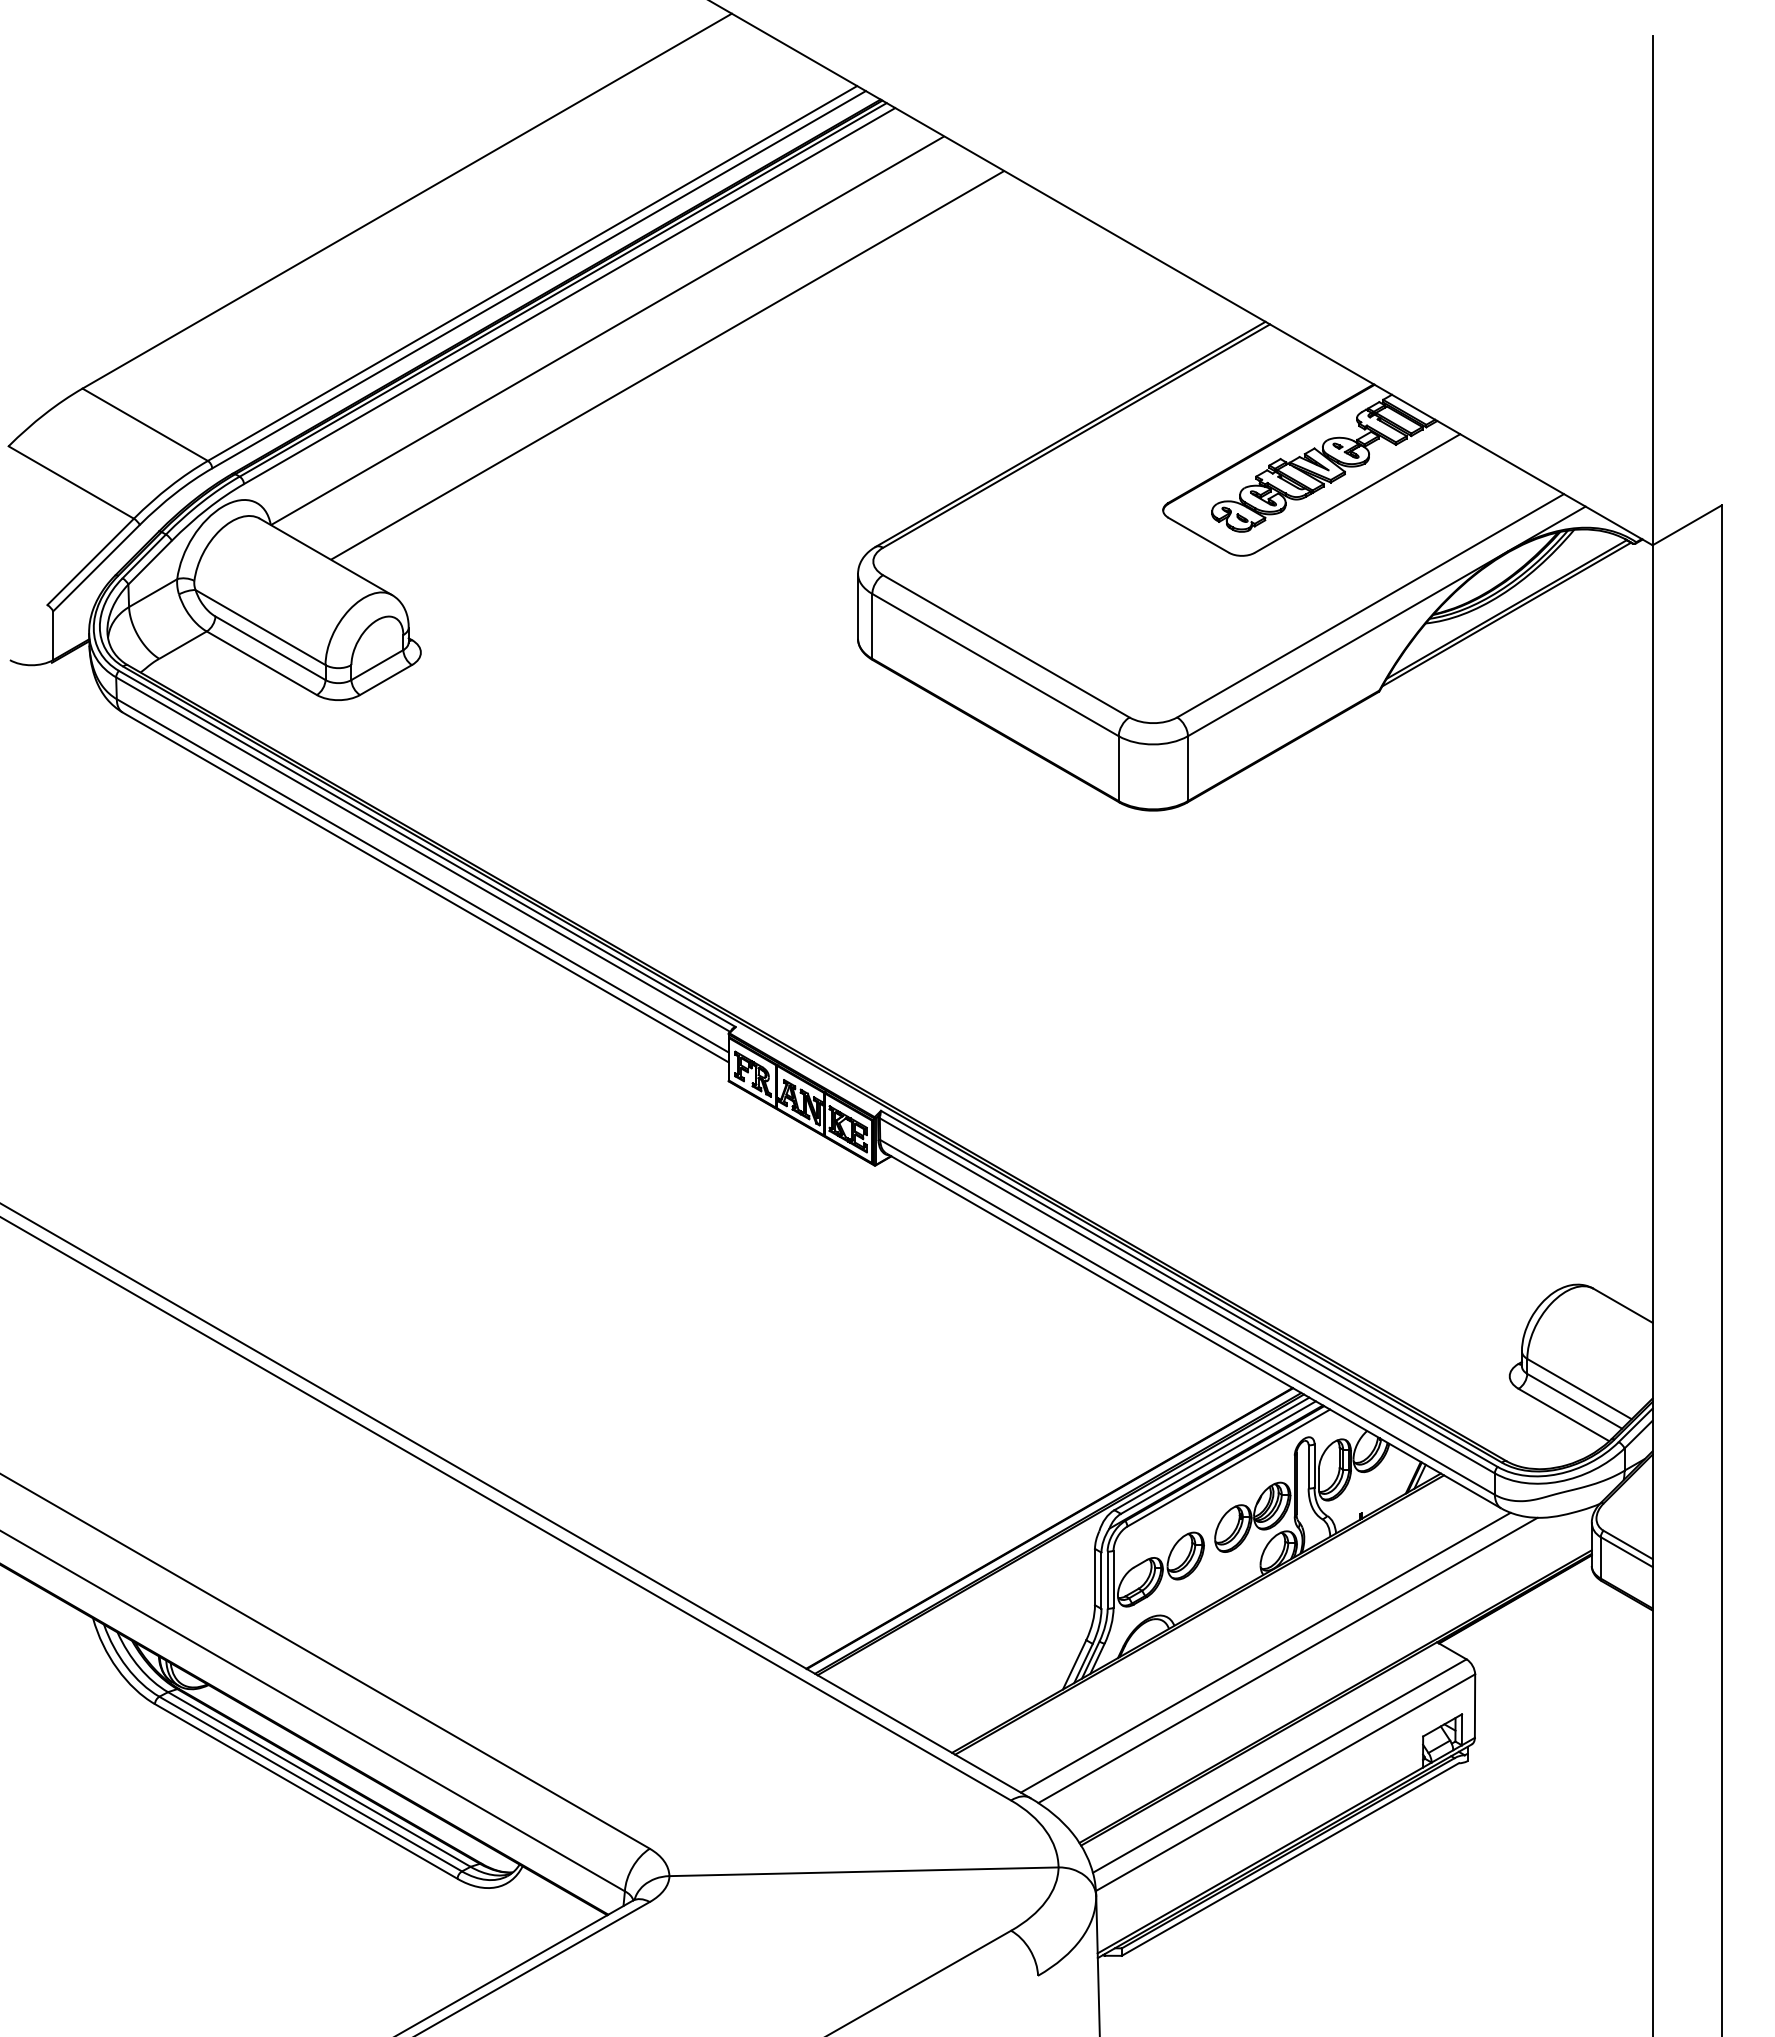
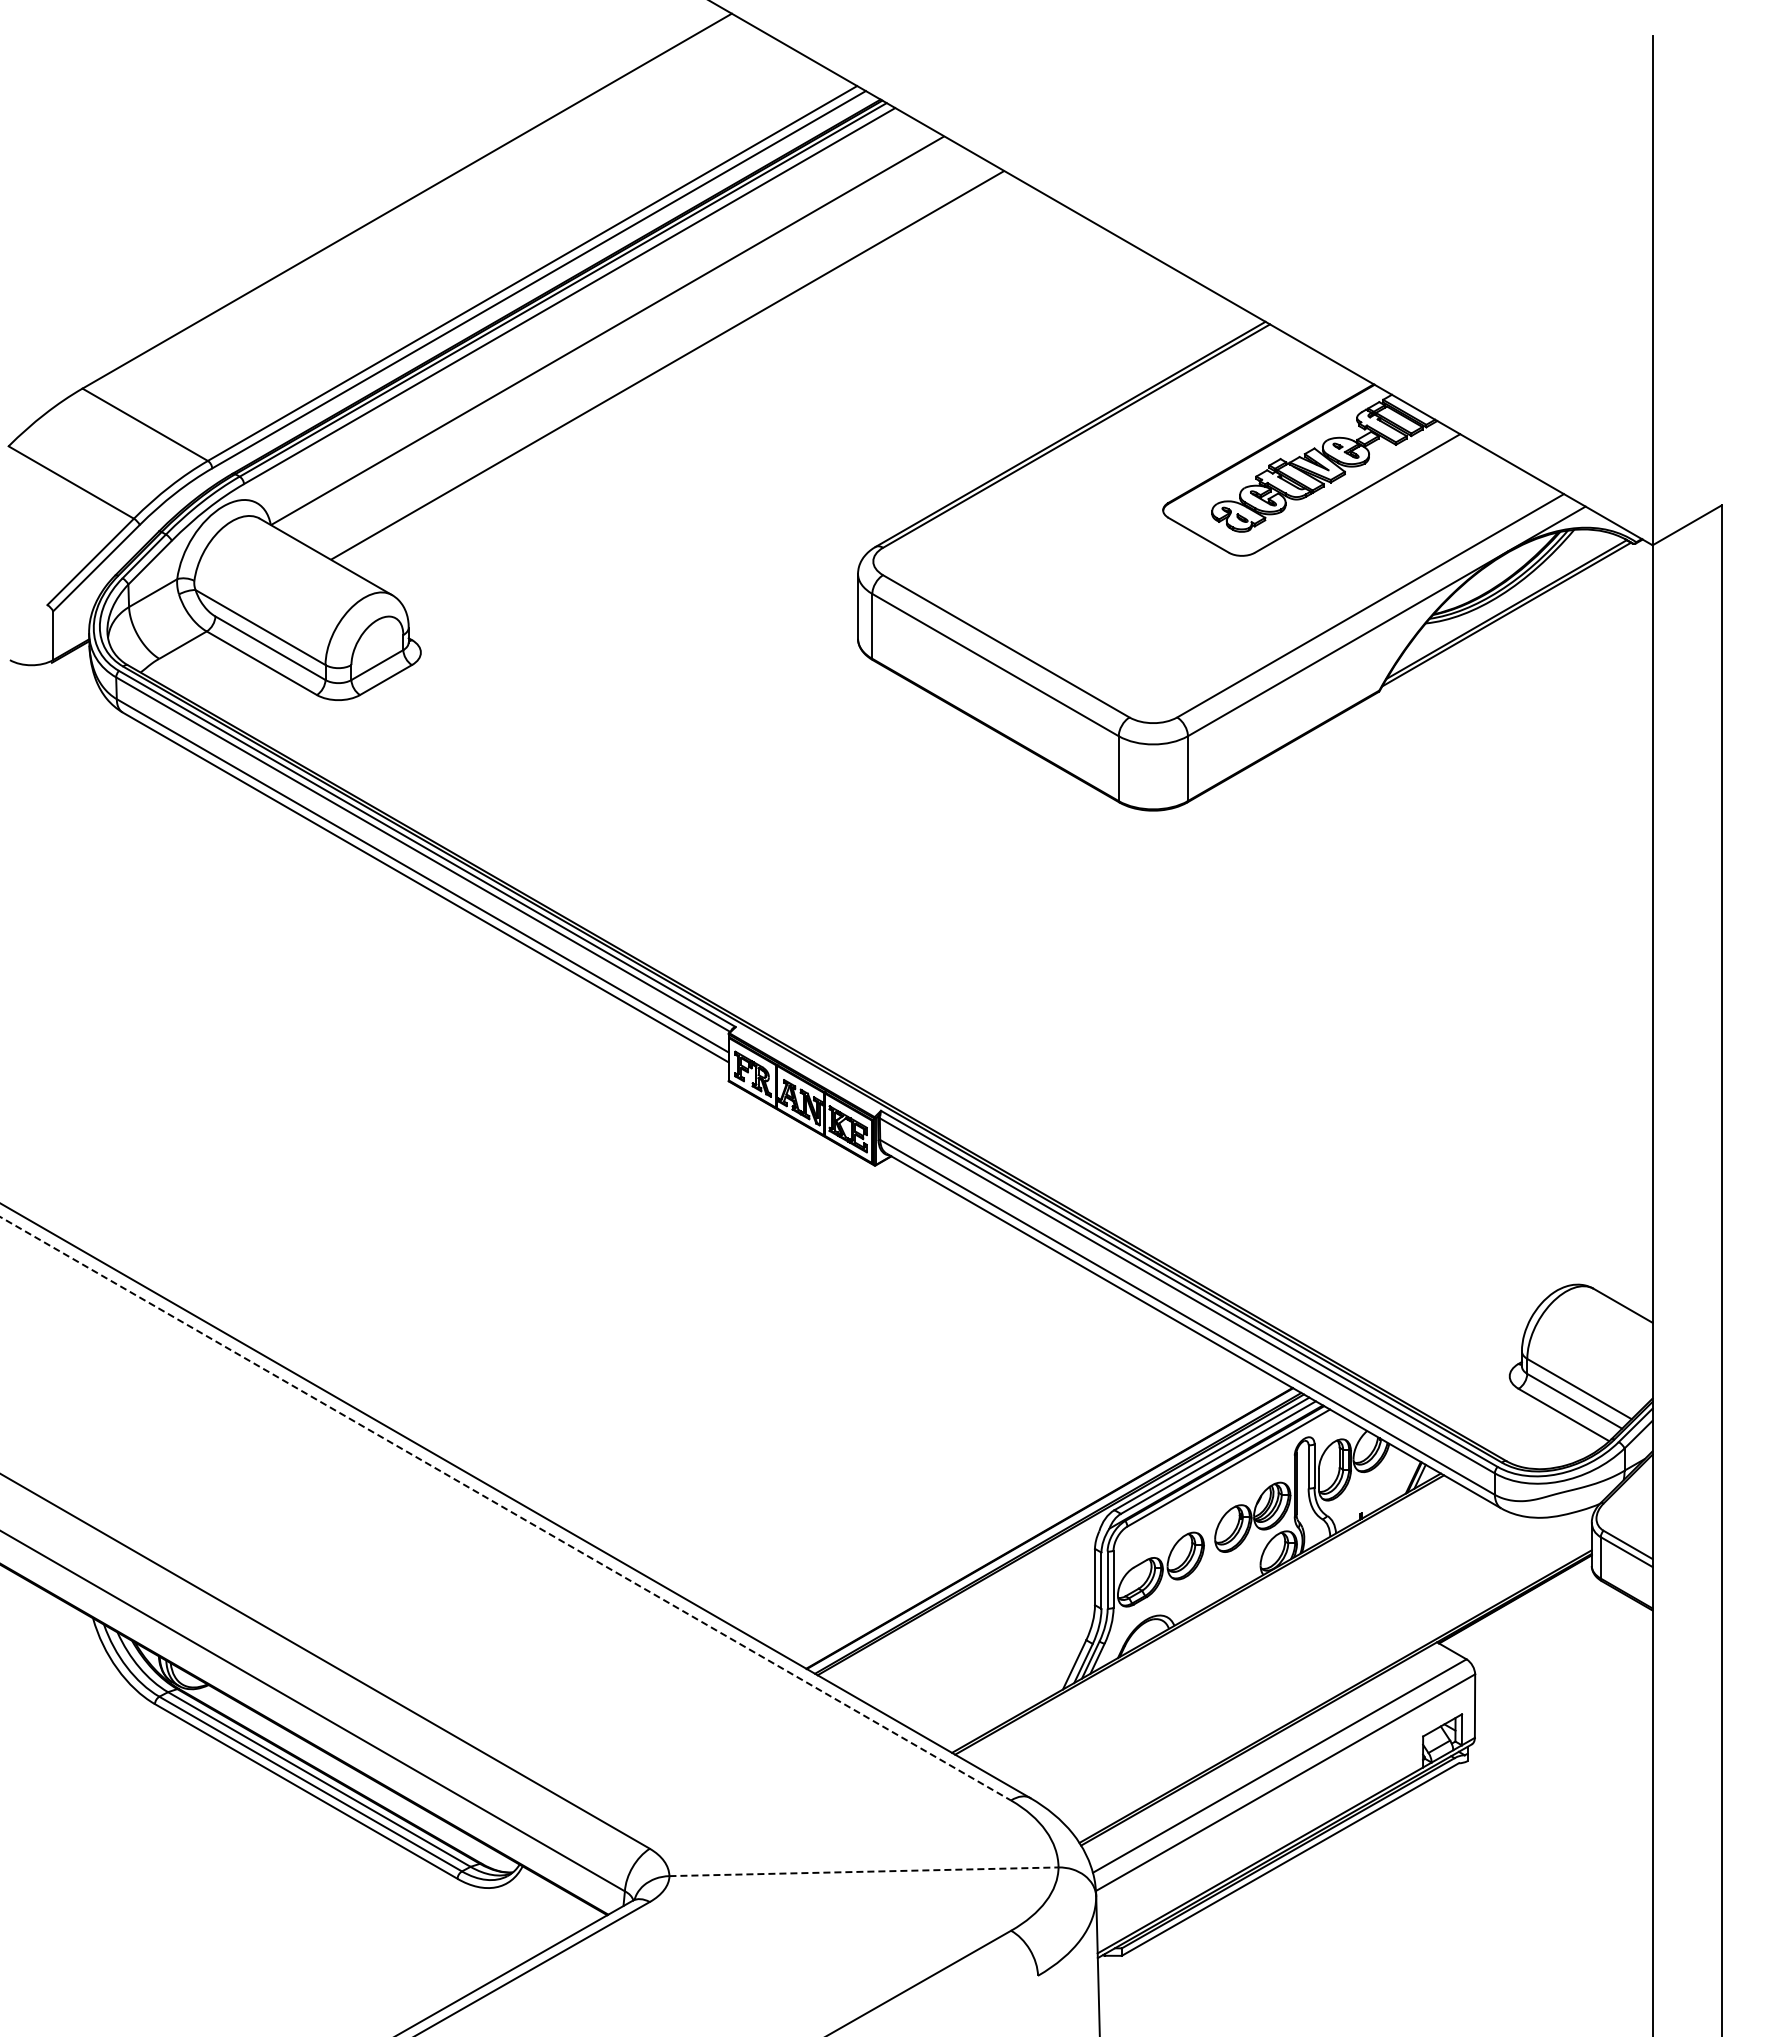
line at (506, 1509): solid -> dashed
line at (1265, 1652): present -> none
line at (1287, 1660): present -> none
line at (863, 1871): solid -> dashed
